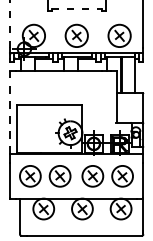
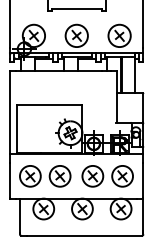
line at (77, 8): dashed -> solid
line at (9, 23): dashed -> solid
line at (9, 112): dashed -> solid
